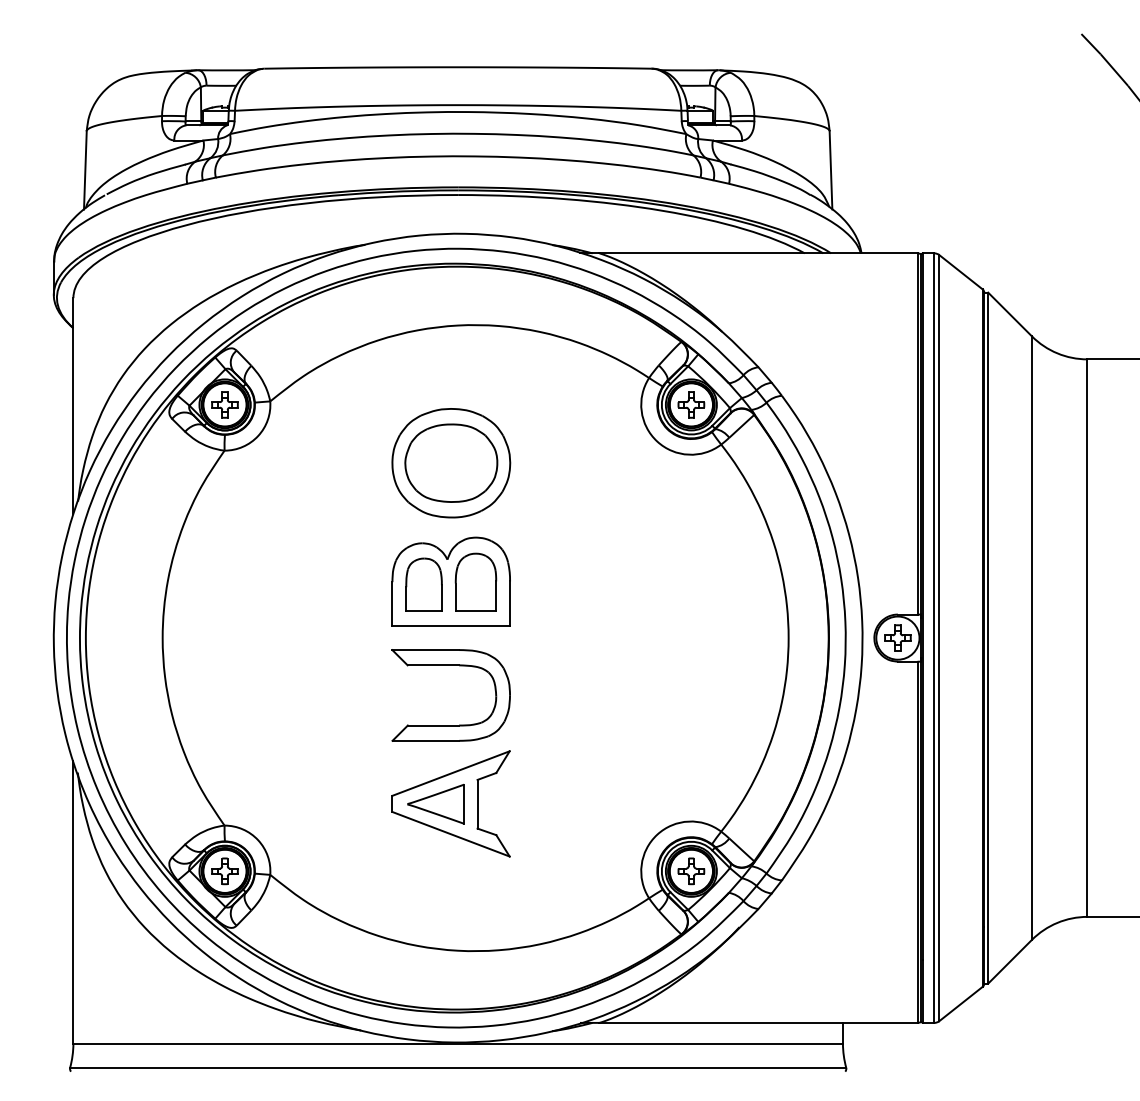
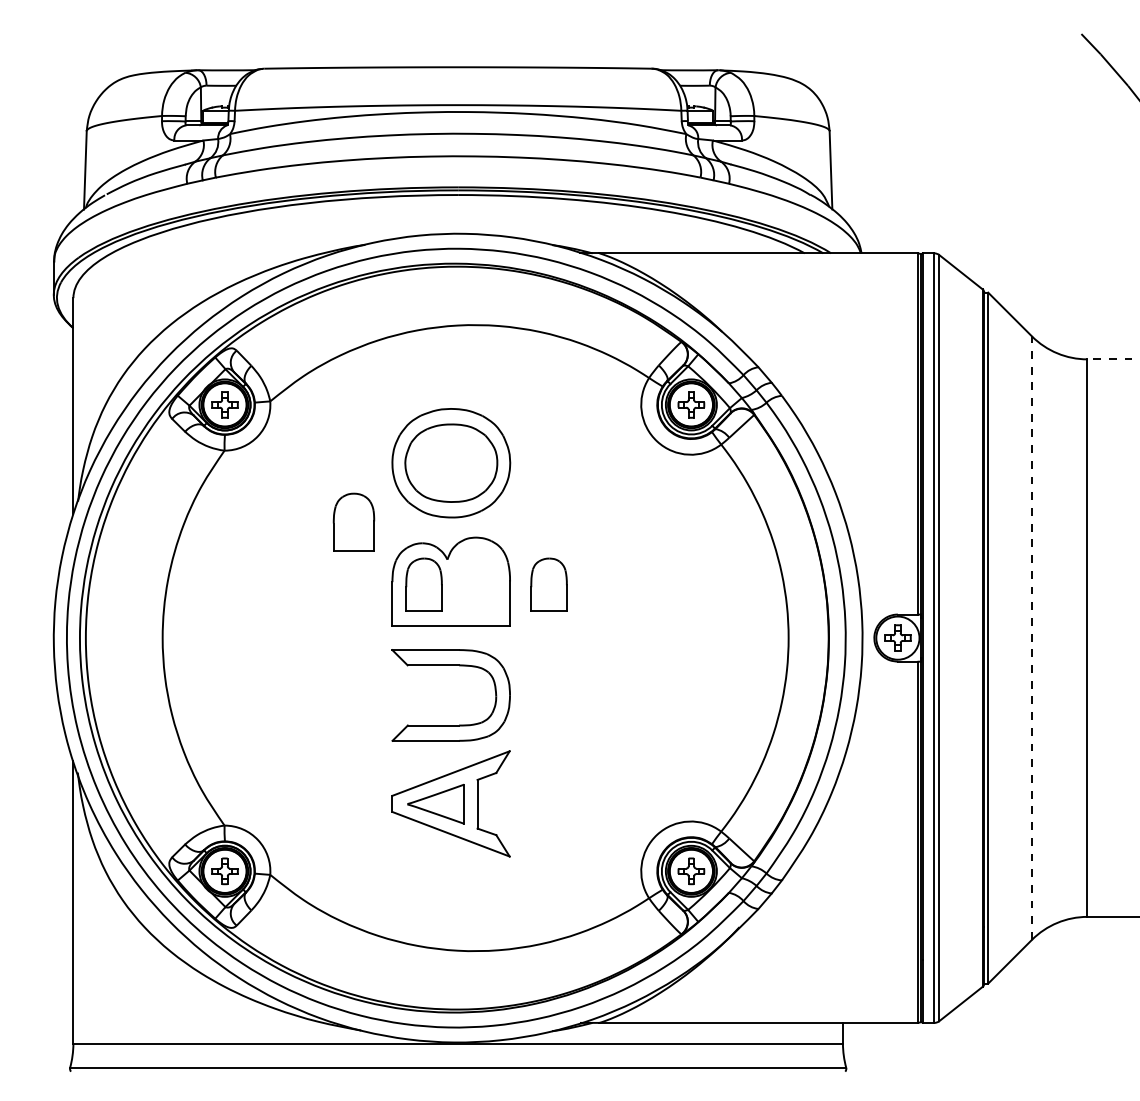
line at (1113, 359): solid -> dashed
part at (475, 581) position: (475, 581) -> (353, 521)
part at (548, 584): none -> present
line at (1031, 638): solid -> dashed
